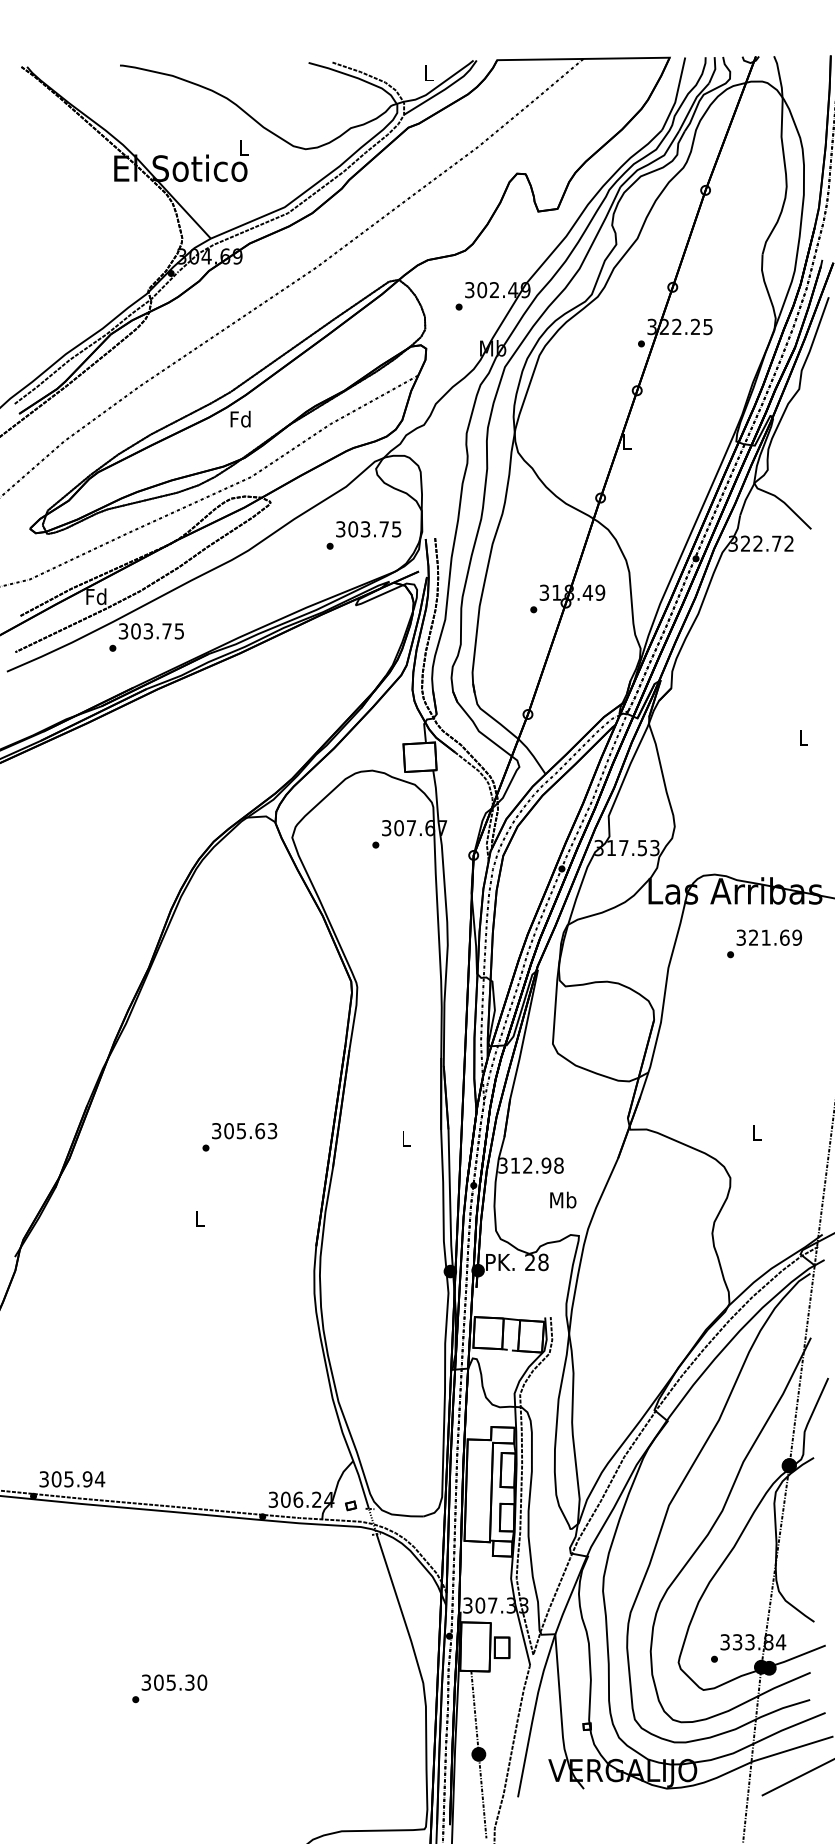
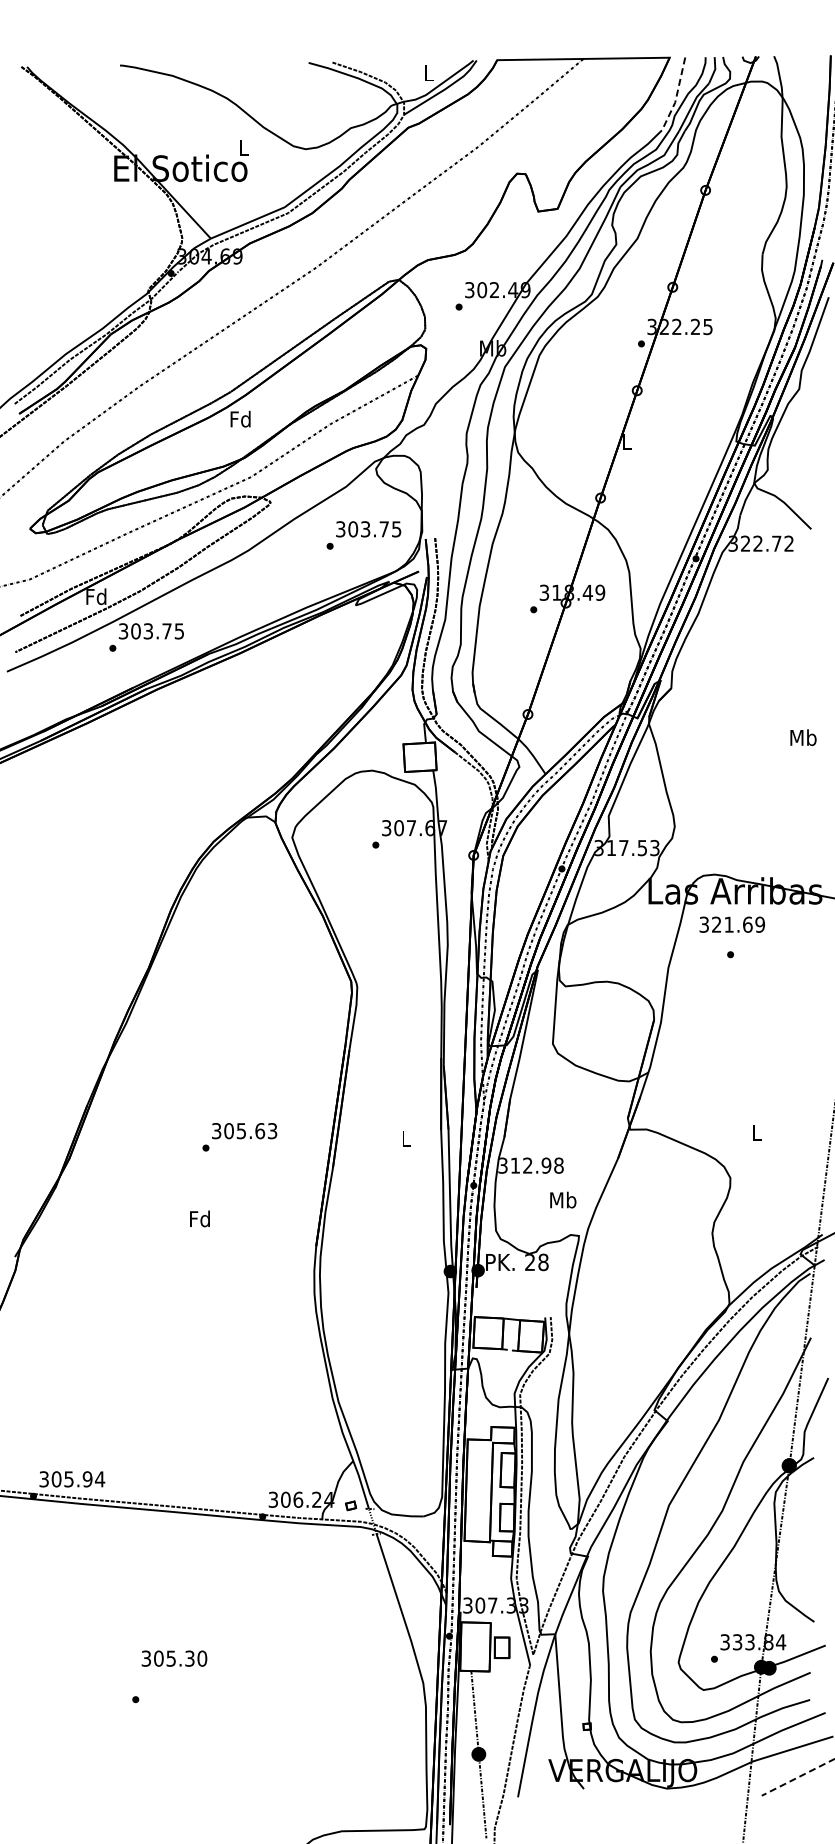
line at (676, 96): solid -> dashed
text at (803, 737): L -> Mb
text at (768, 937) position: (768, 937) -> (731, 924)
text at (199, 1218): L -> Fd
text at (174, 1682) position: (174, 1682) -> (174, 1658)
line at (798, 1777): solid -> dashed
